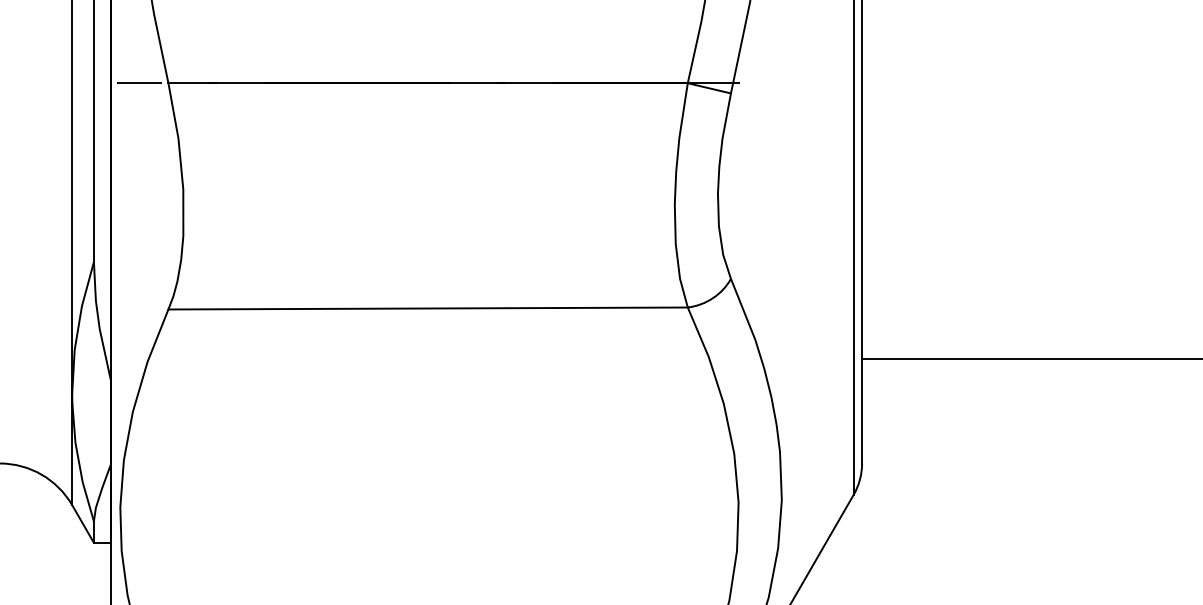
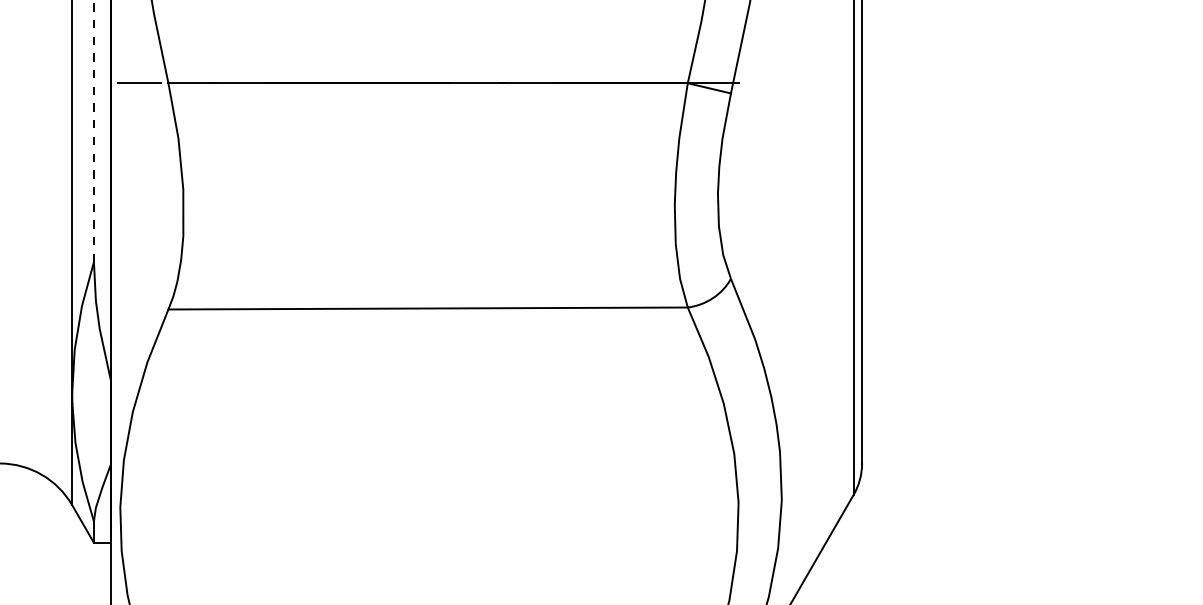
line at (93, 131): solid -> dashed
line at (1030, 359): present -> none
